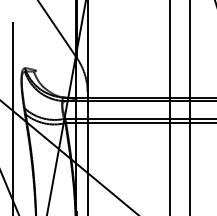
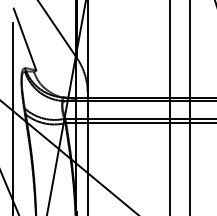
line at (24, 38): none -> present
